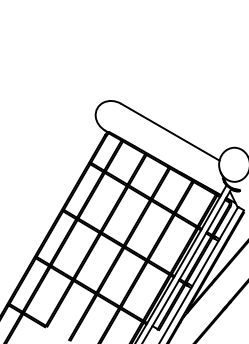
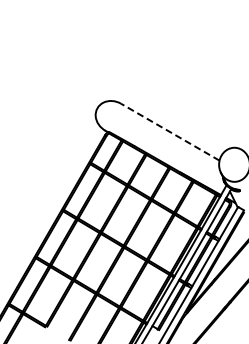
line at (170, 132): solid -> dashed
